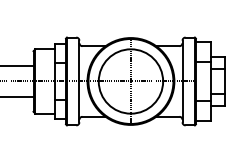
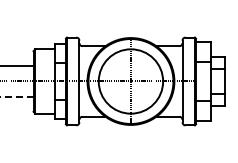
line at (16, 97): solid -> dashed
